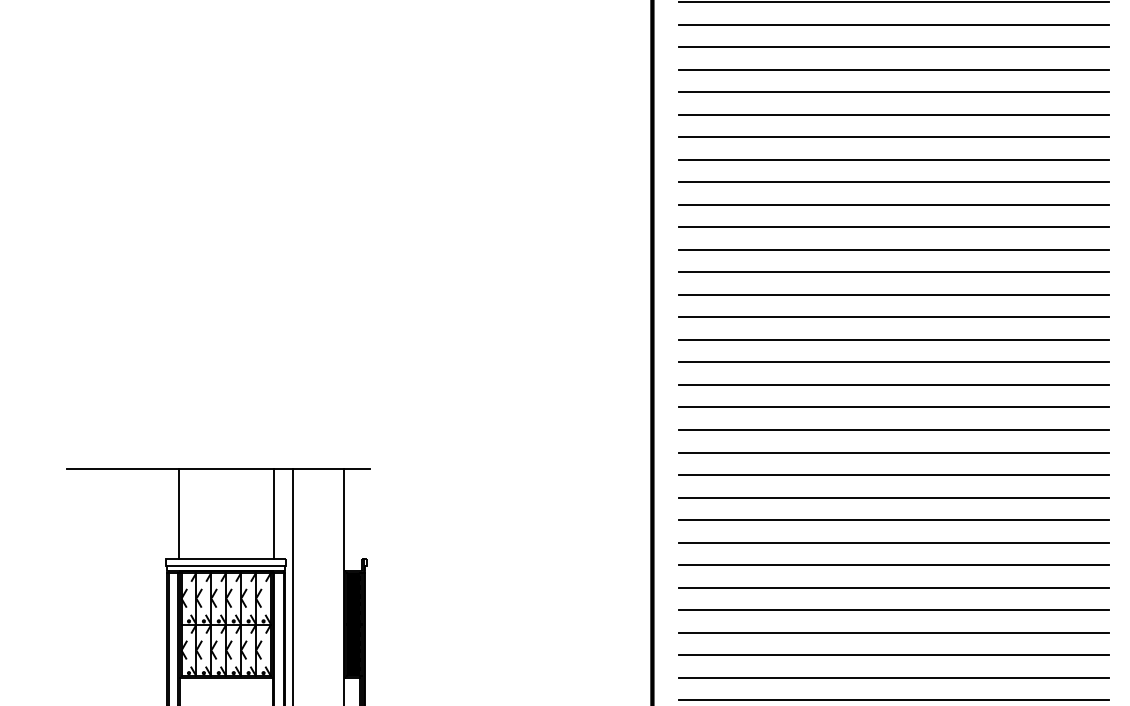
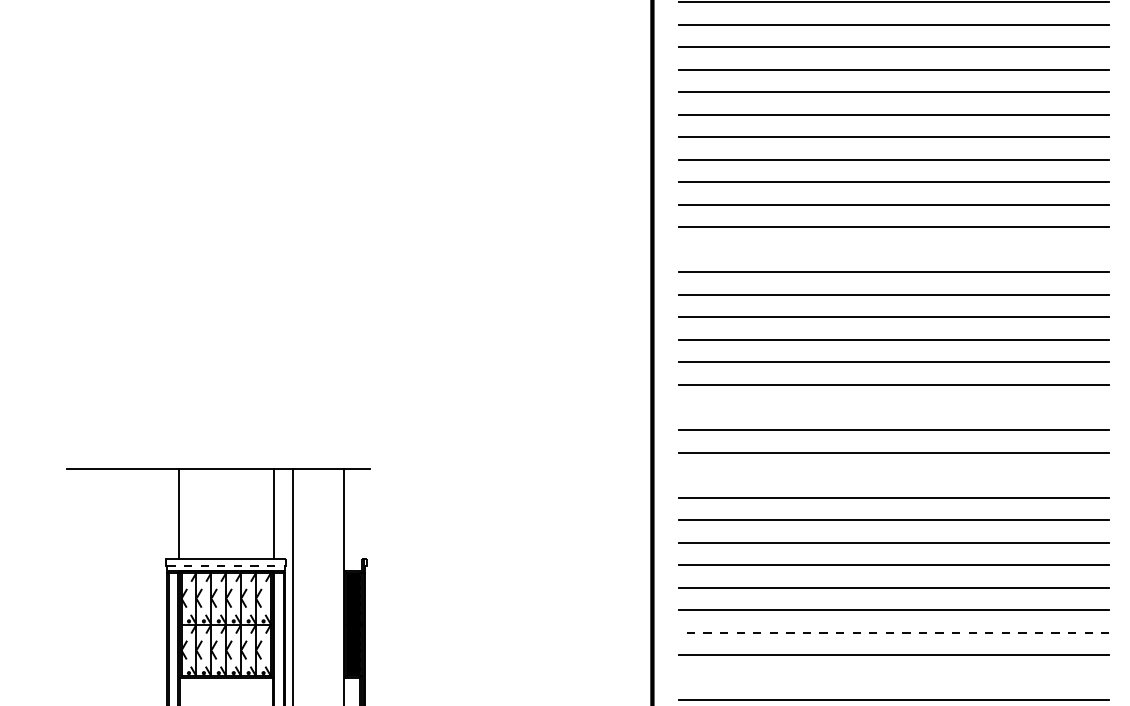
line at (893, 249): present -> none
line at (893, 407): present -> none
line at (893, 475): present -> none
line at (226, 566): solid -> dashed
line at (893, 632): solid -> dashed
line at (893, 677): present -> none
